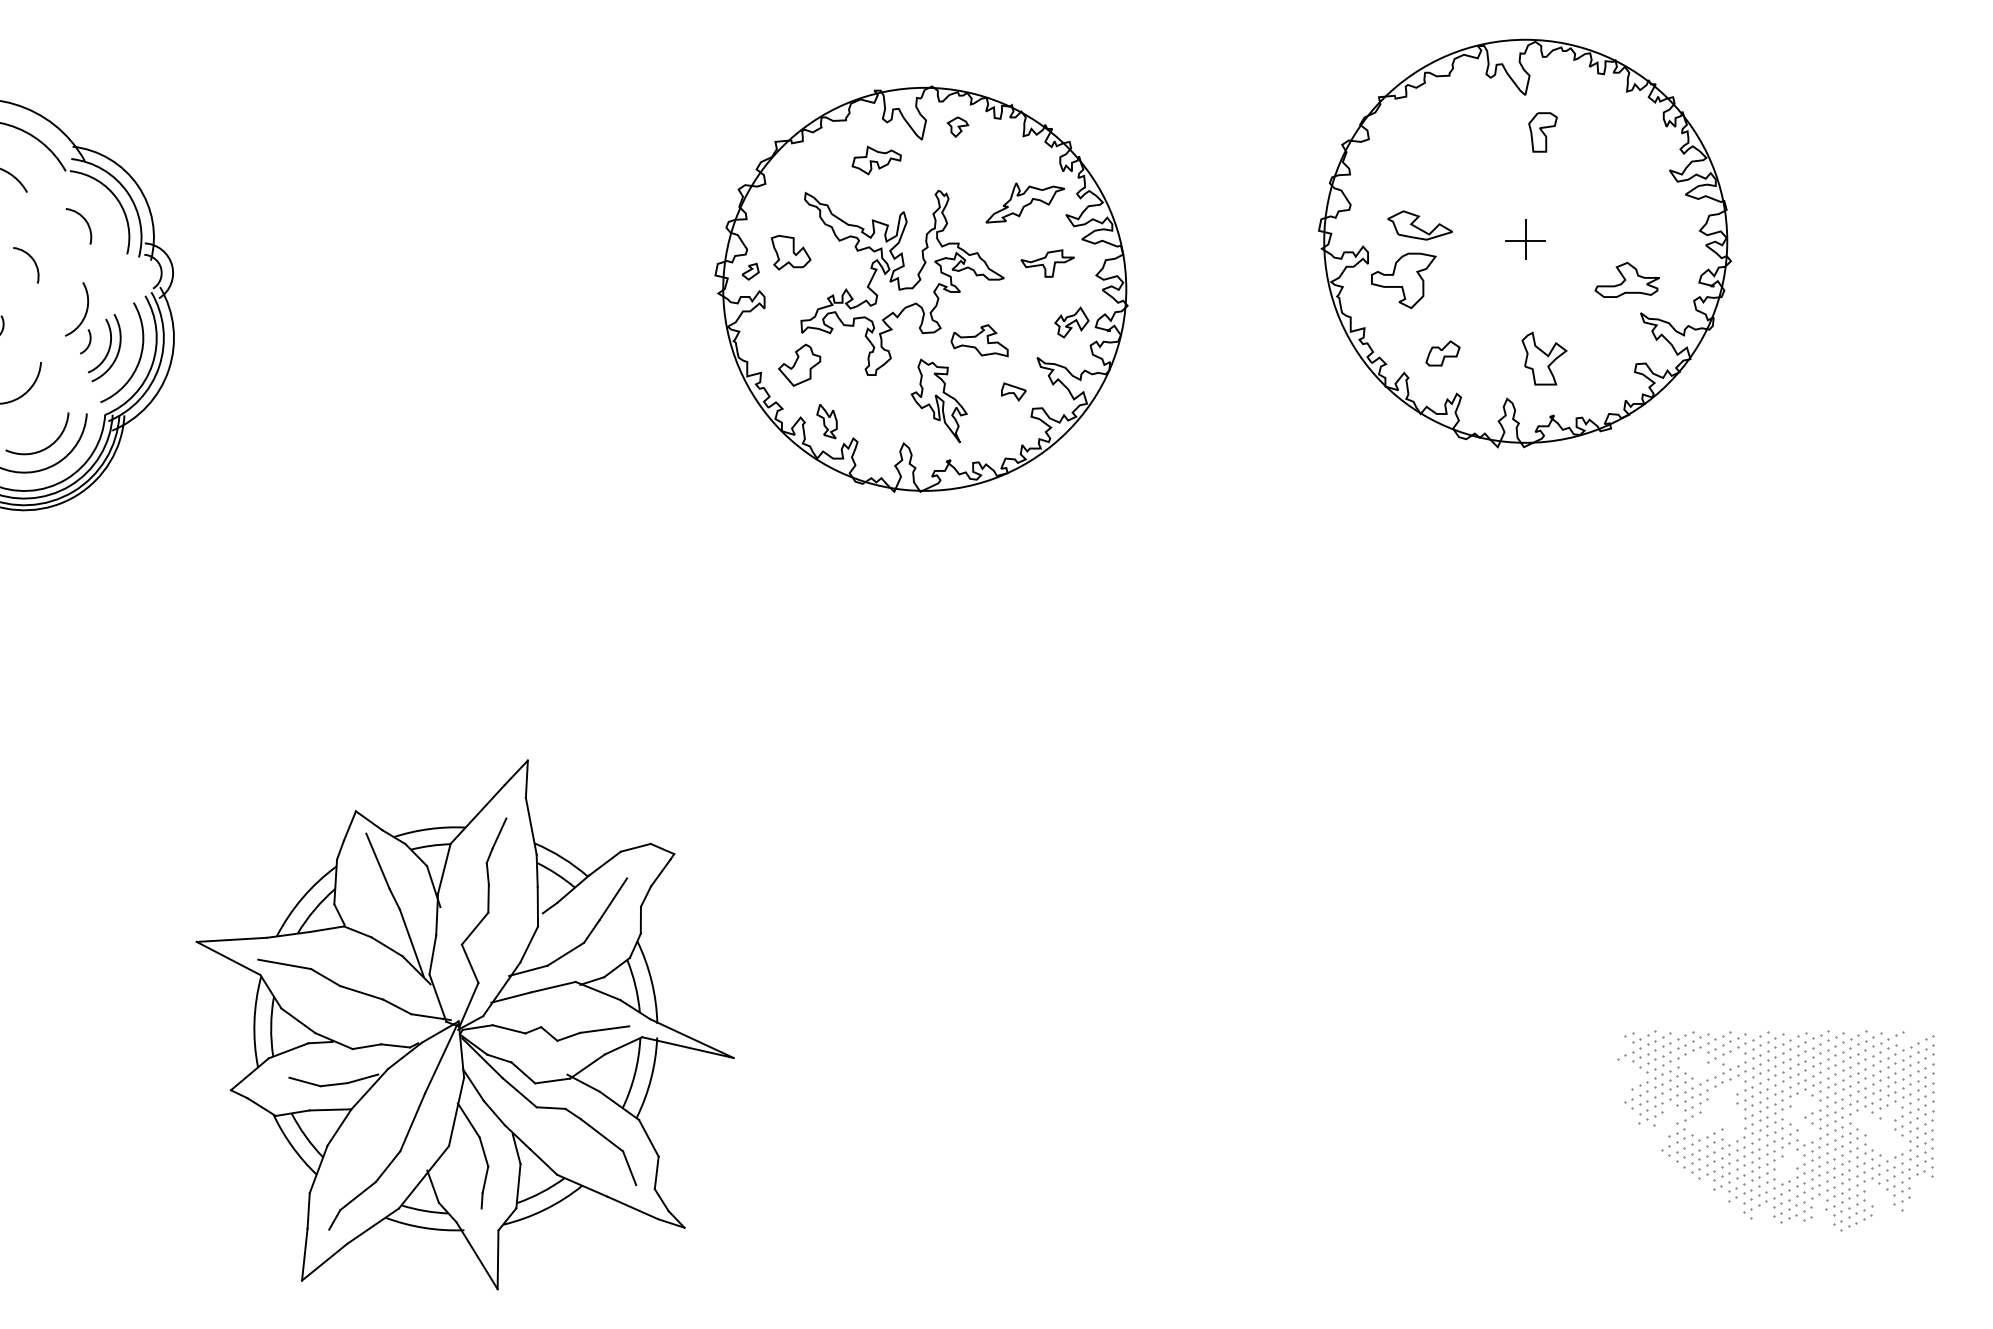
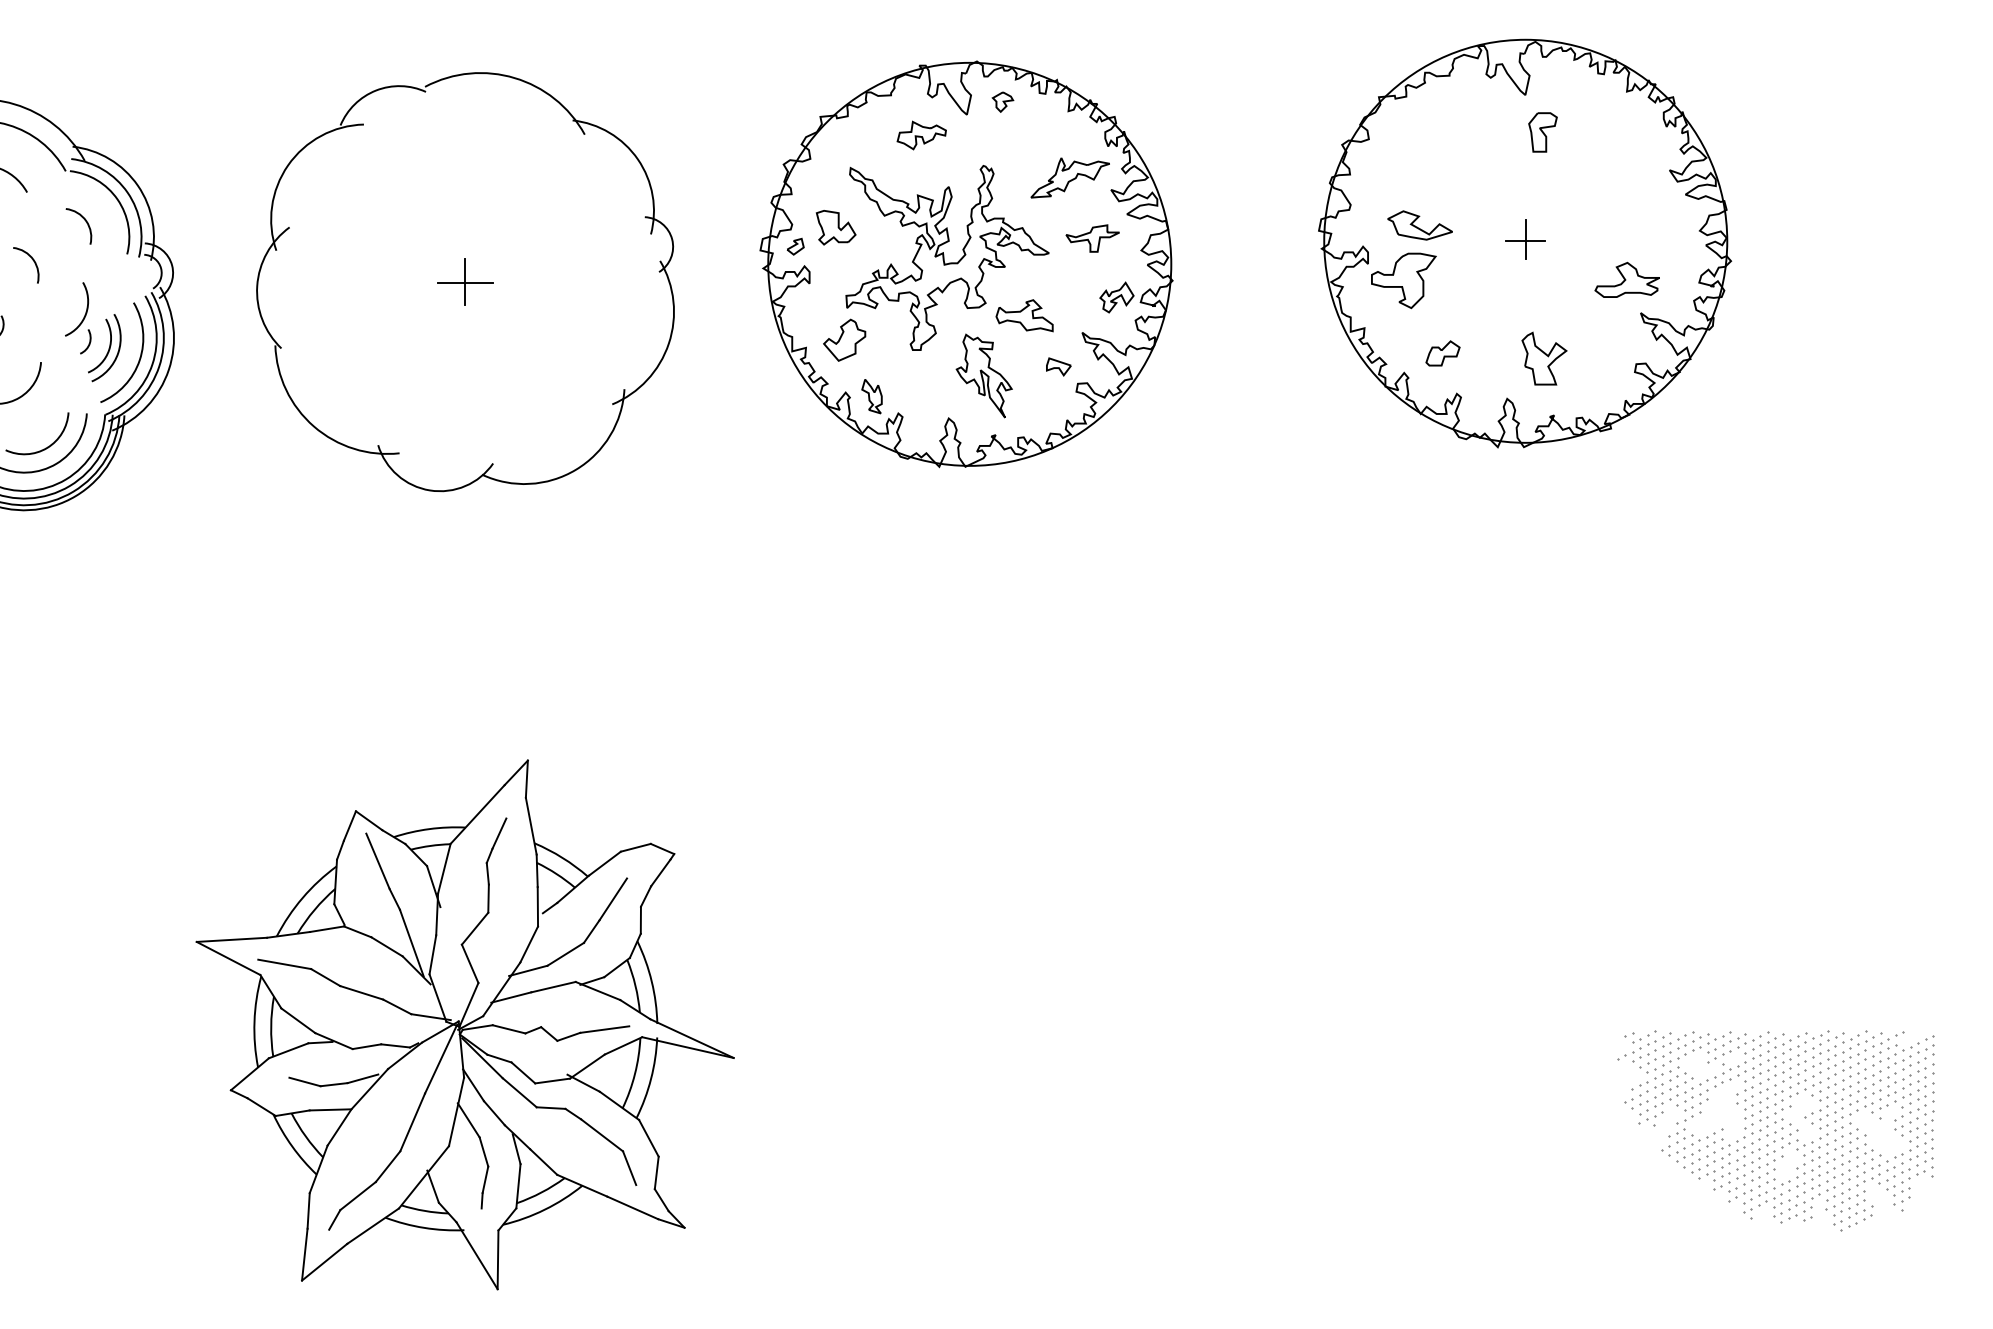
part at (465, 282): none -> present
part at (921, 289) position: (921, 289) -> (966, 264)
